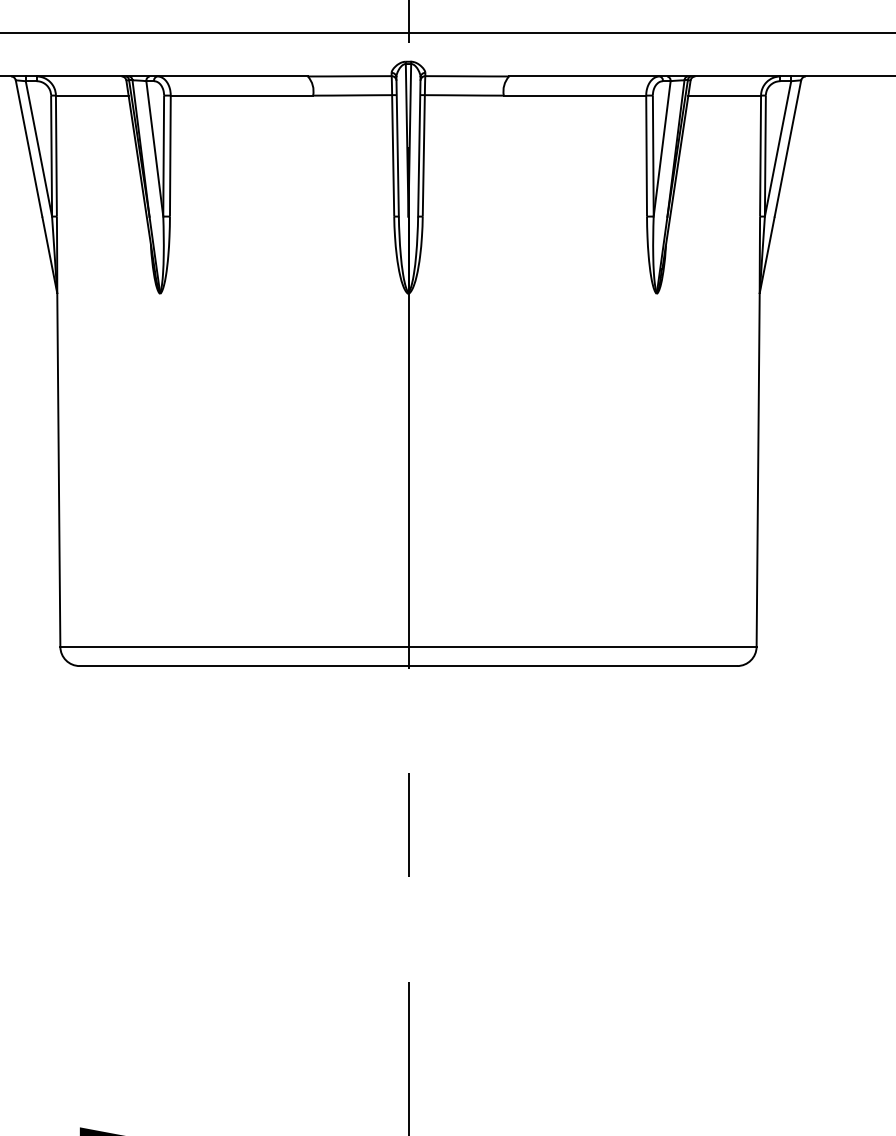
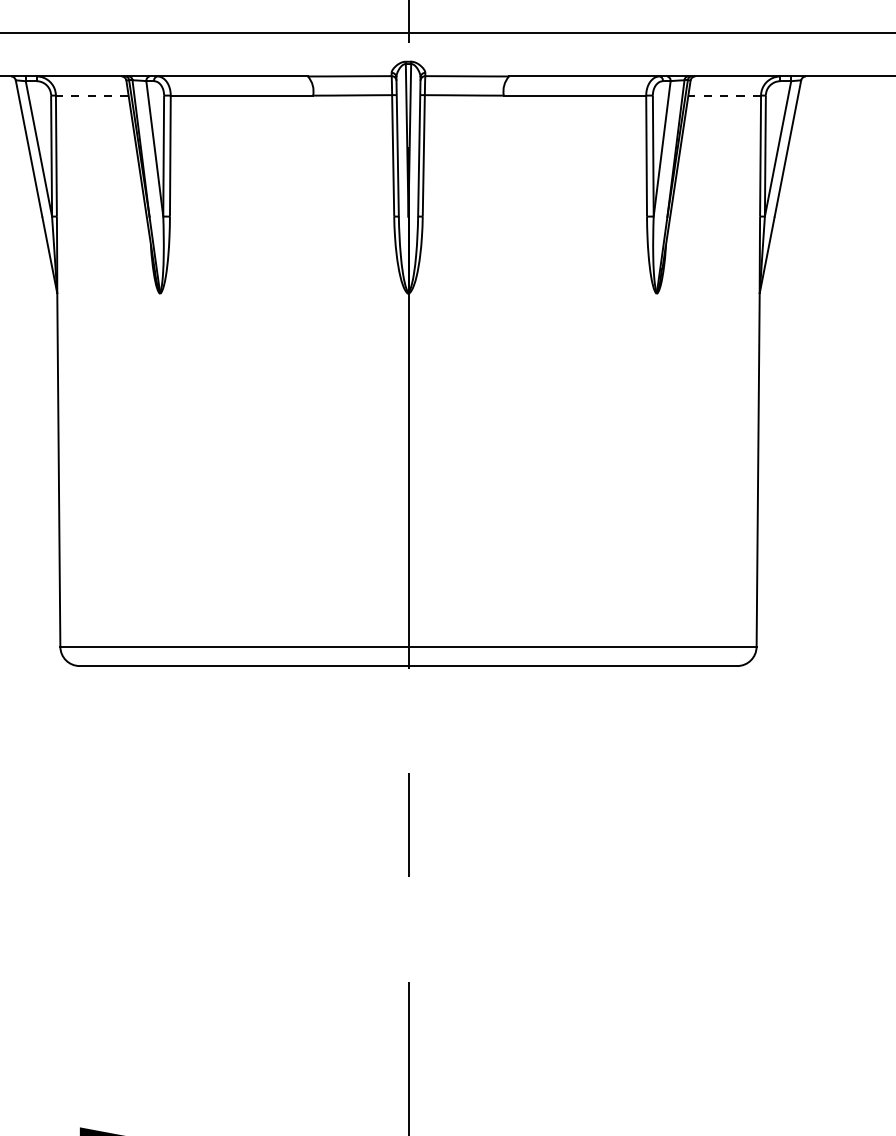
line at (91, 95): solid -> dashed
line at (724, 95): solid -> dashed
